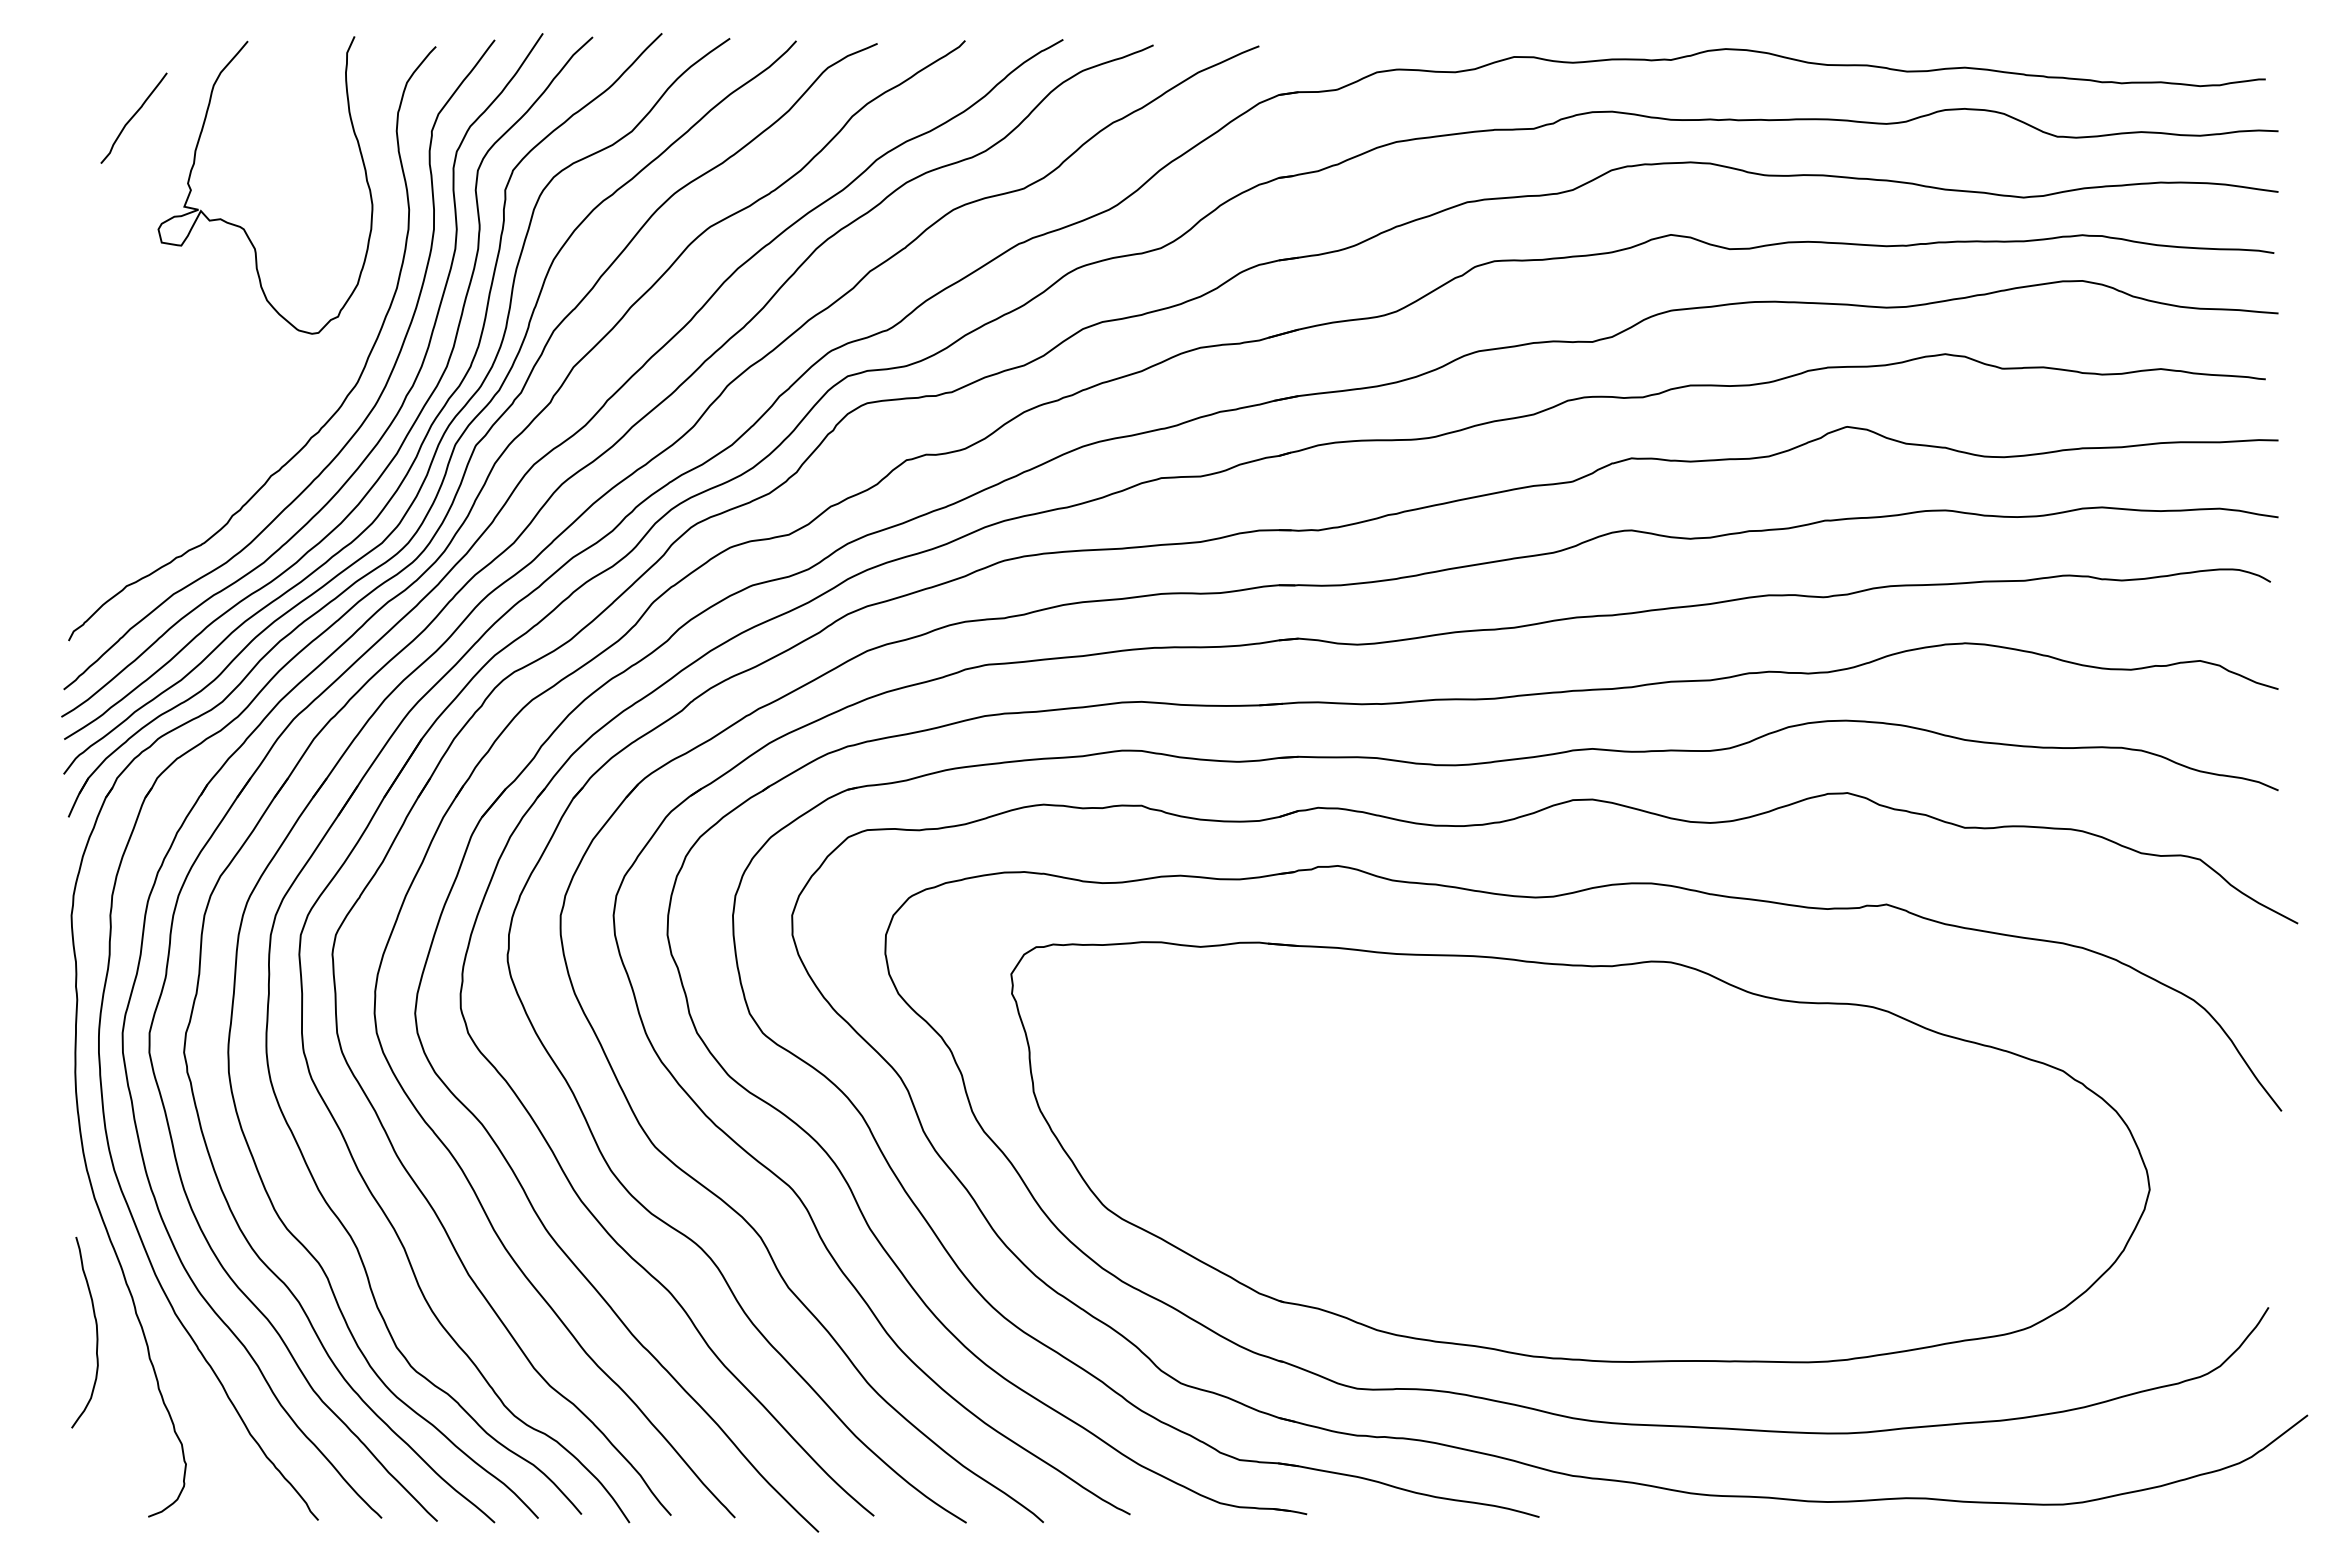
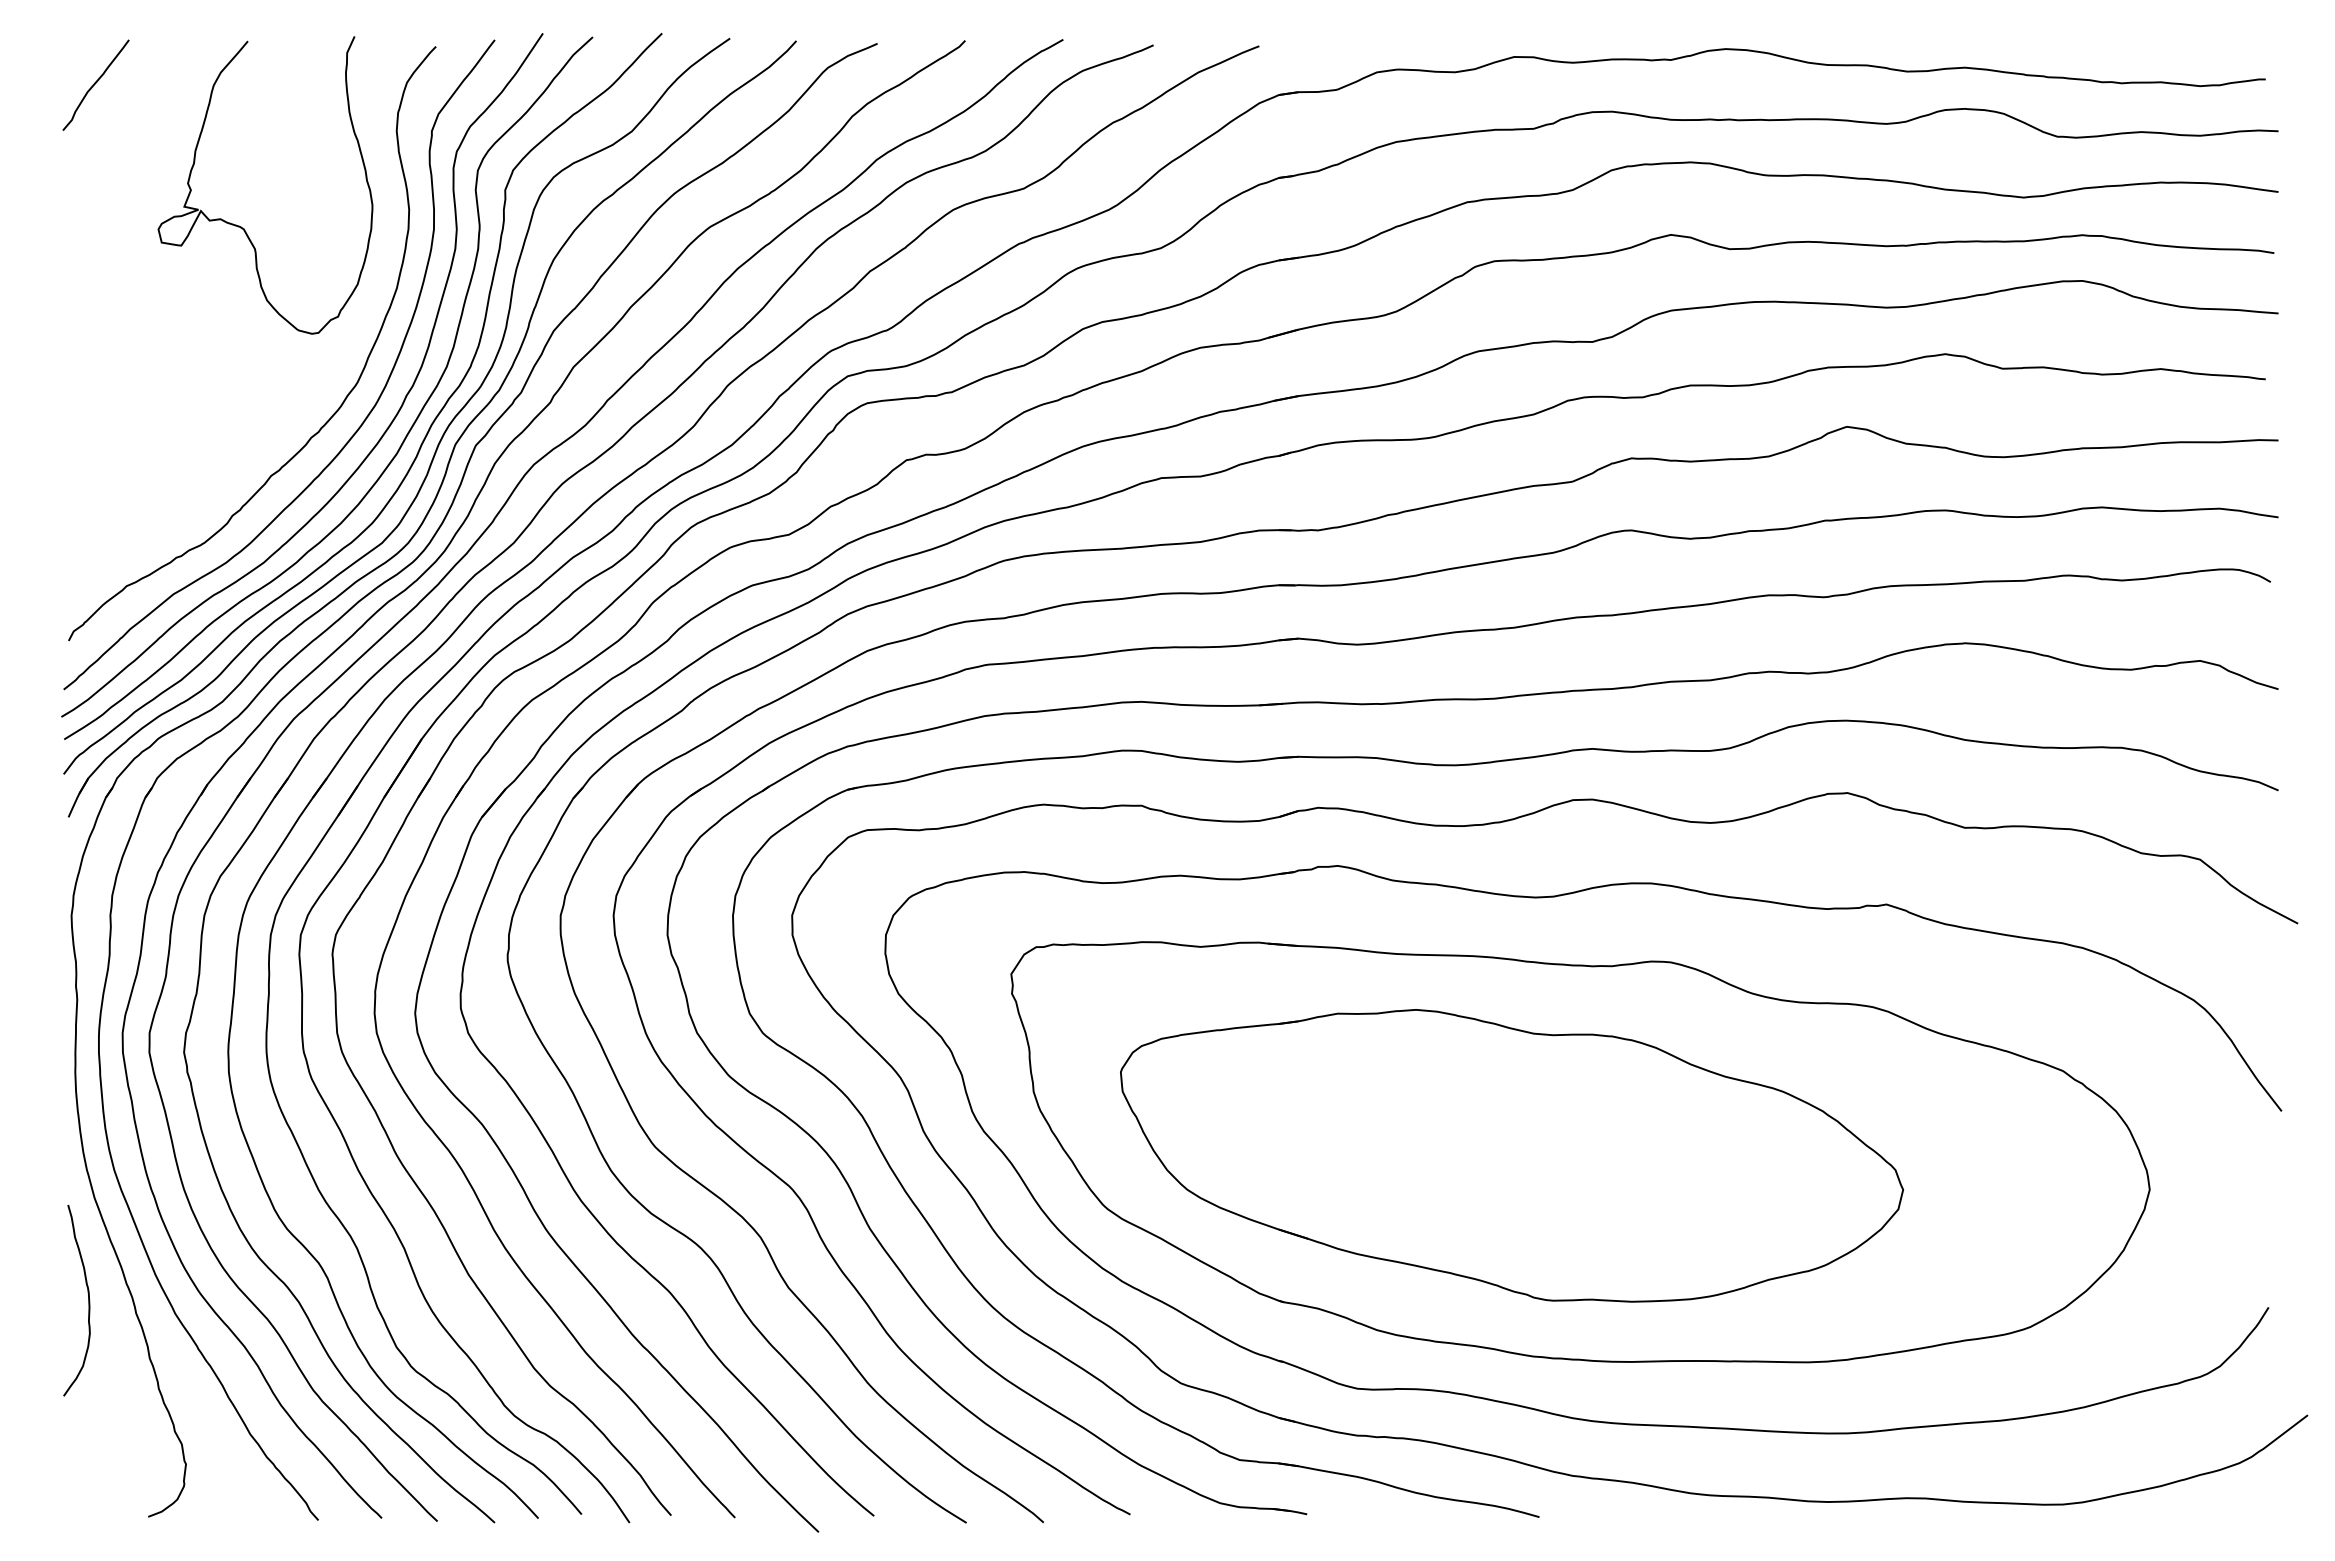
curve at (133, 117) position: (133, 117) -> (95, 84)
part at (1511, 1155): none -> present
curve at (96, 1332) position: (96, 1332) -> (88, 1300)
